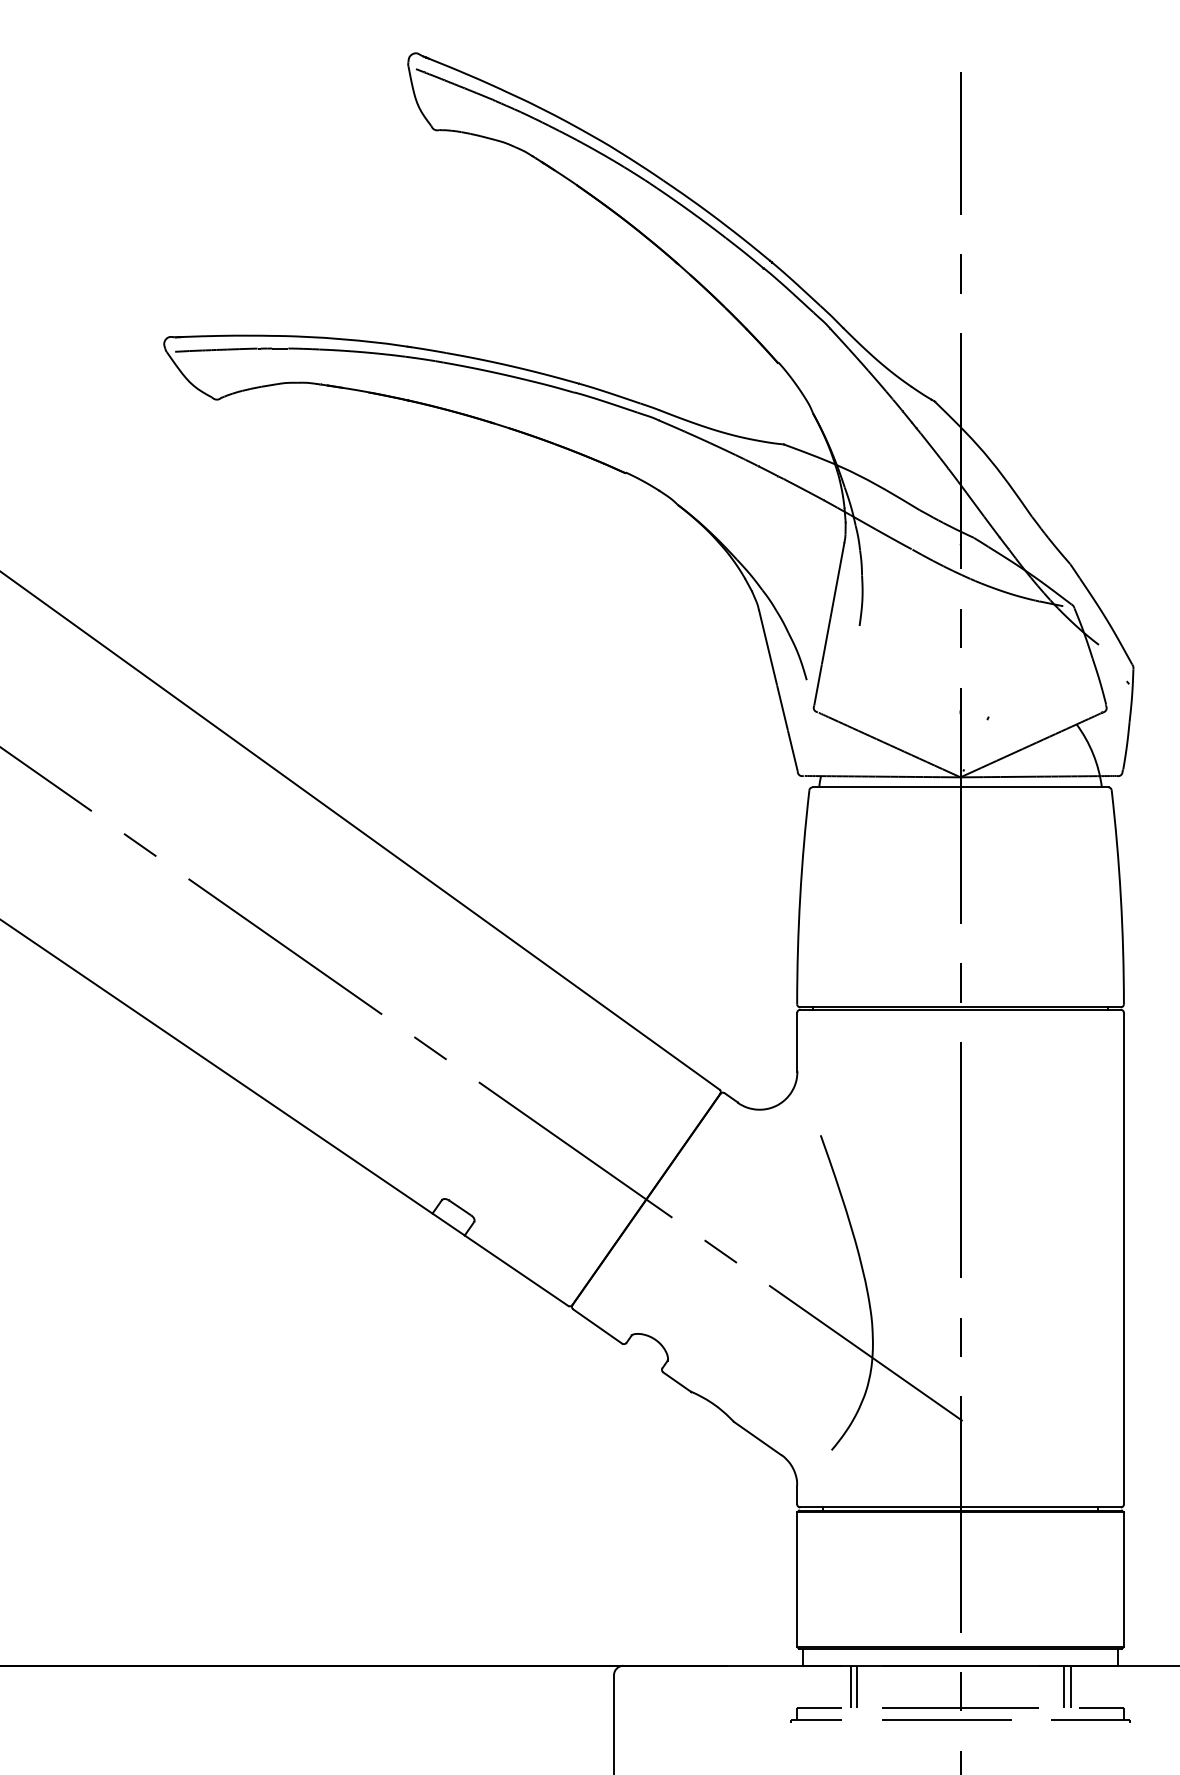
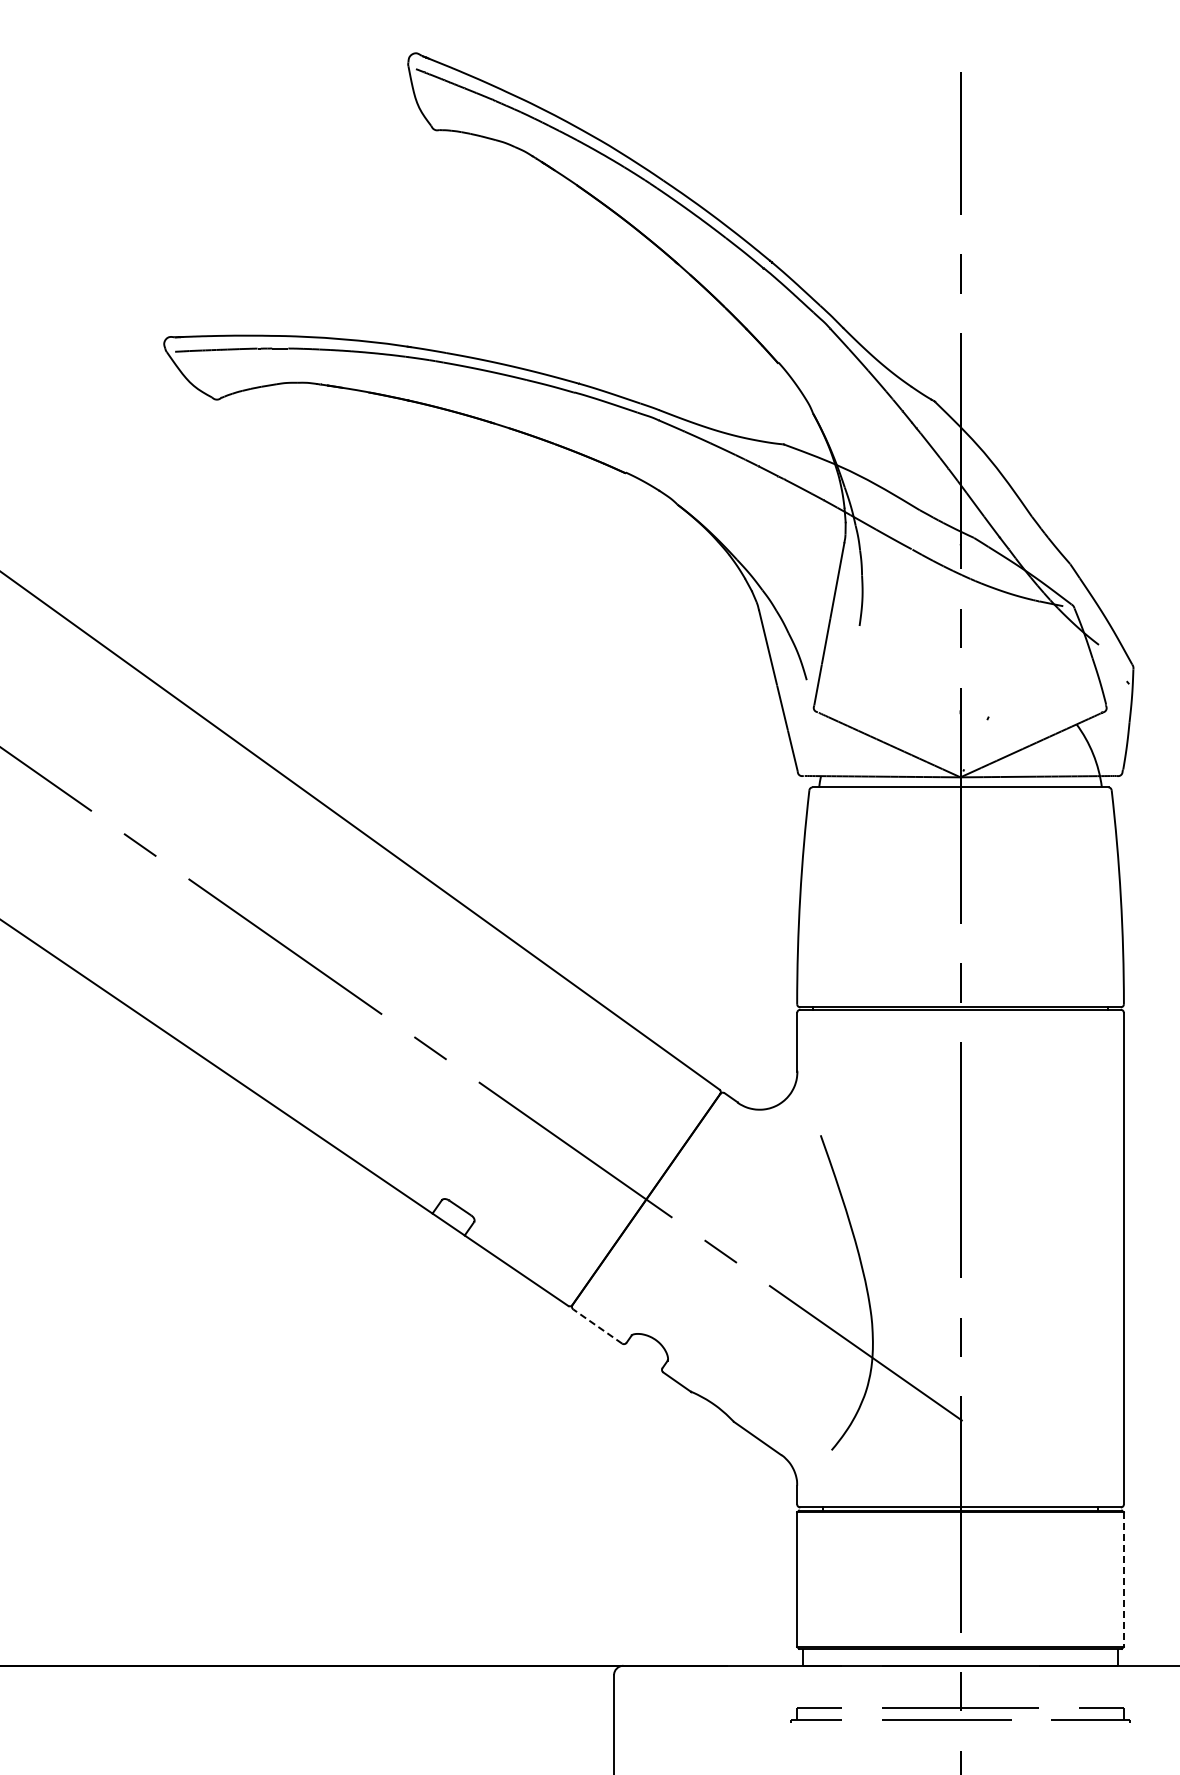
line at (597, 1326): solid -> dashed
line at (1123, 1580): solid -> dashed
line at (850, 1686): present -> none
line at (856, 1686): present -> none
line at (1064, 1686): present -> none
line at (1070, 1686): present -> none
